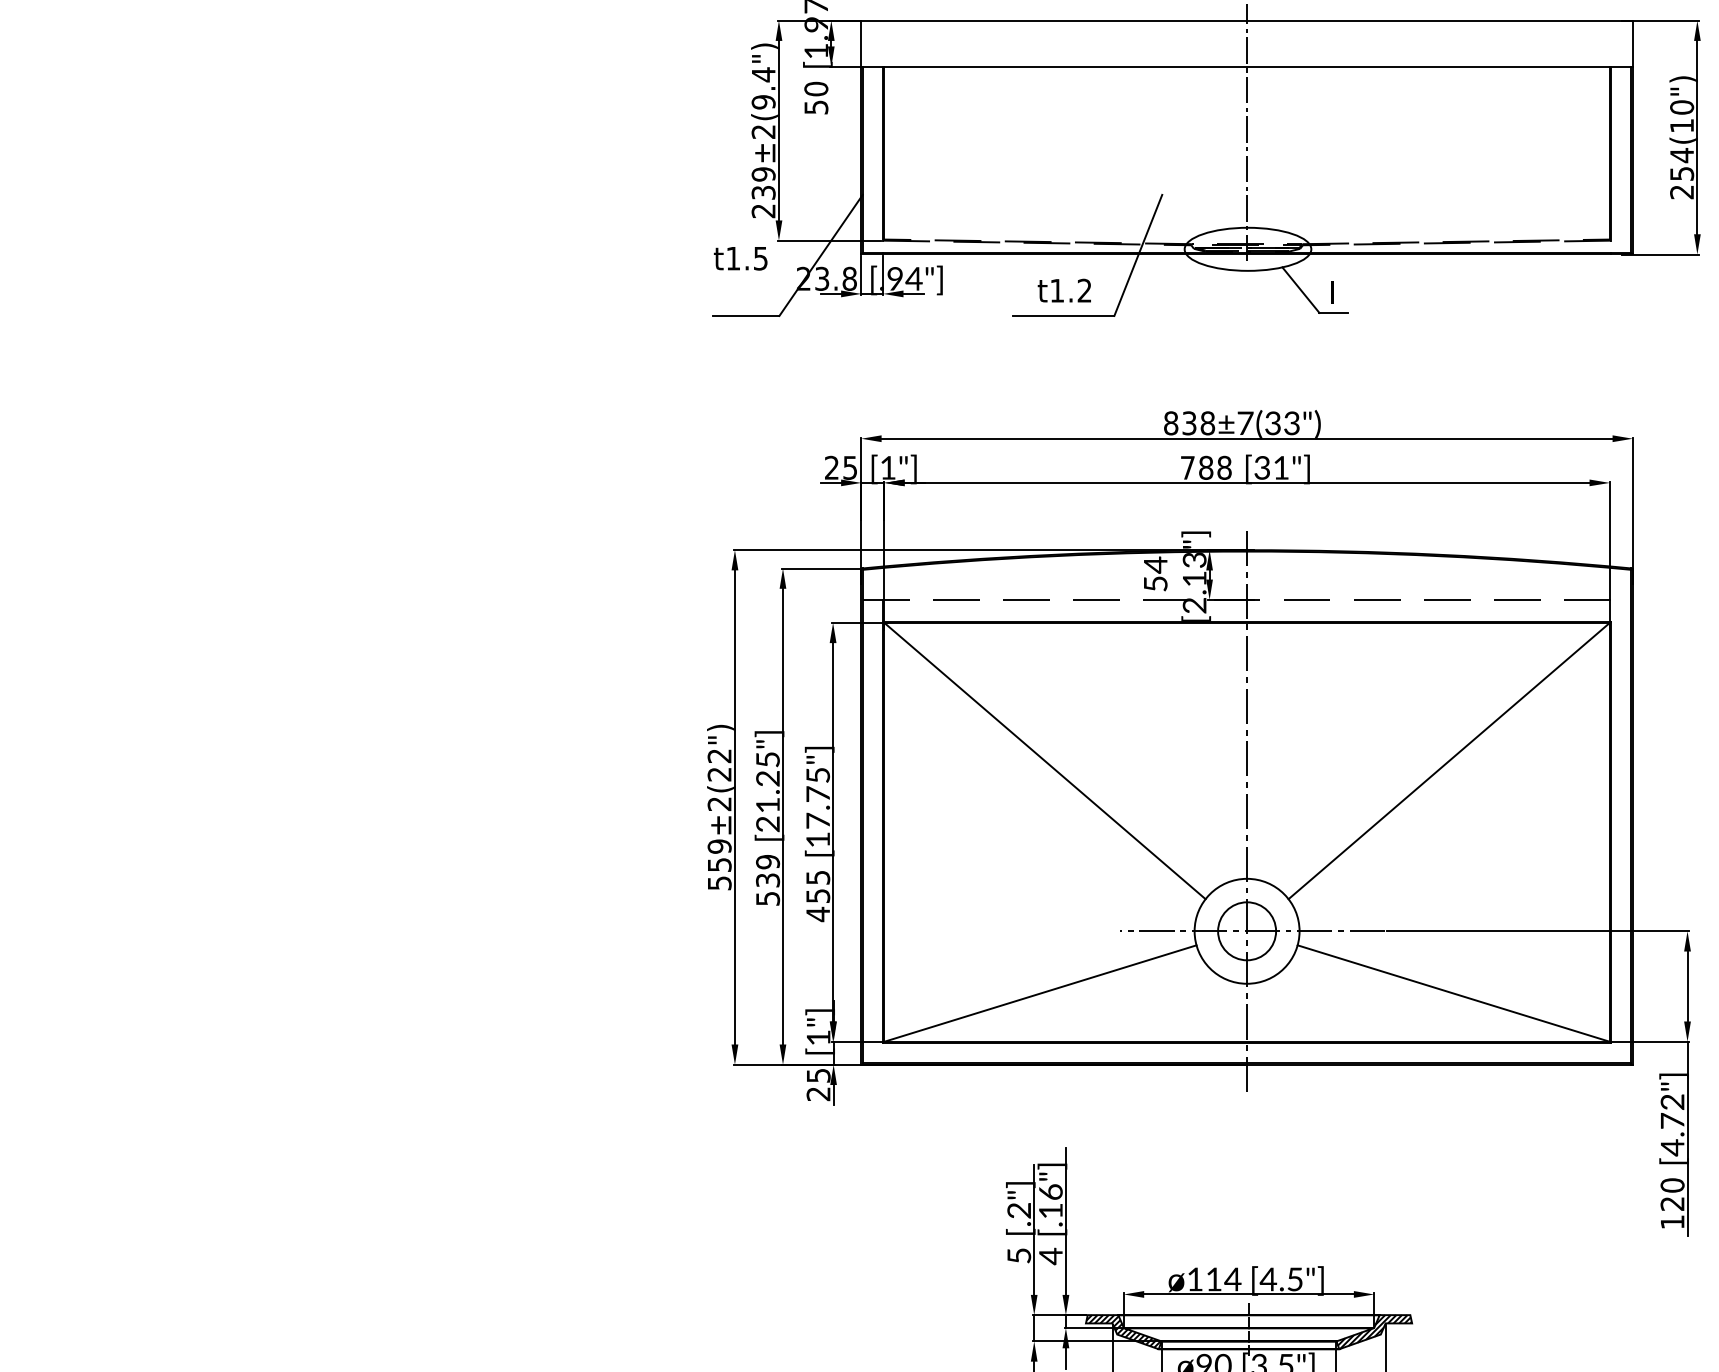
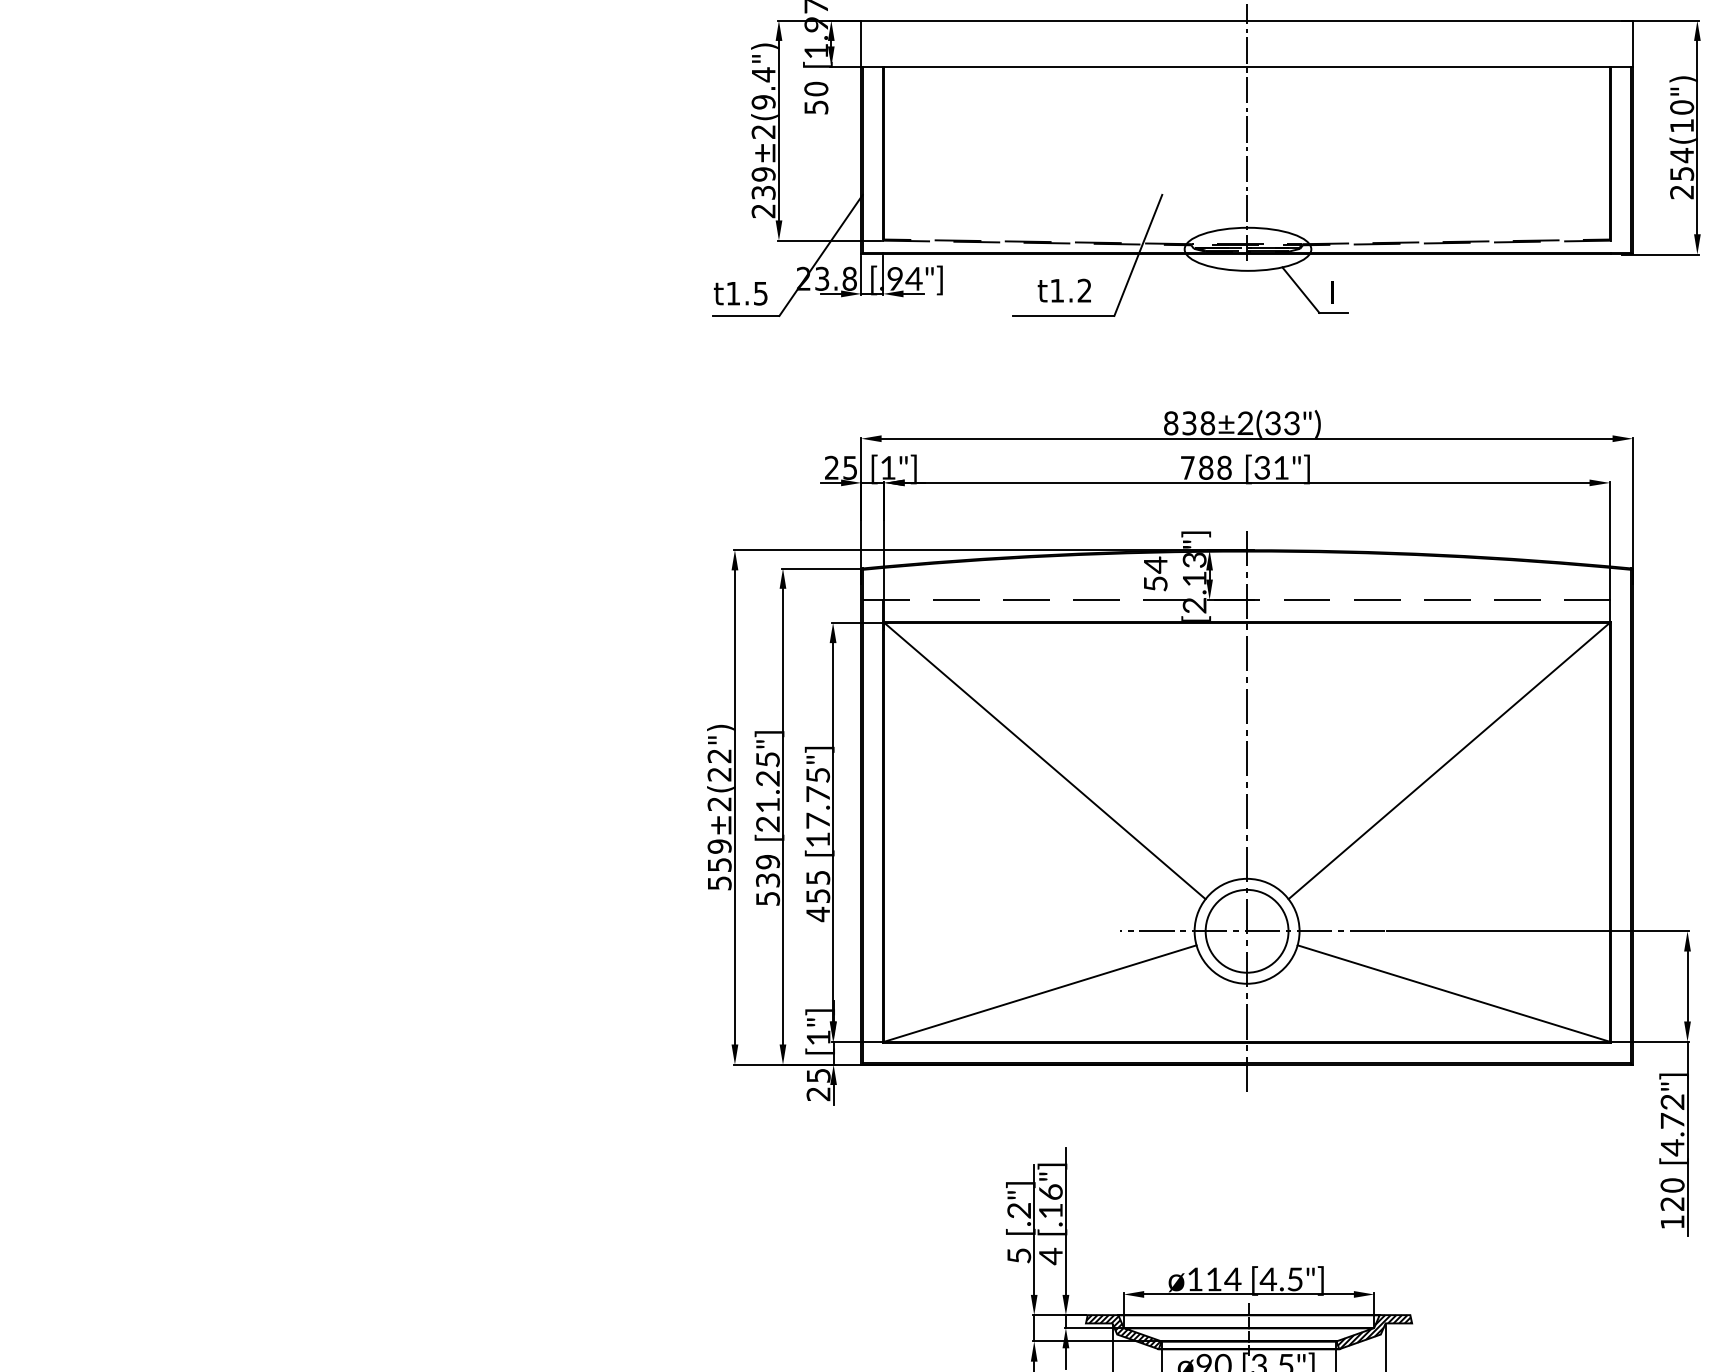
text at (740, 258) position: (740, 258) -> (740, 293)
text at (1245, 422): ±7(33") -> ±2(33")
circle at (1247, 931) diameter: 58 px -> 83 px
